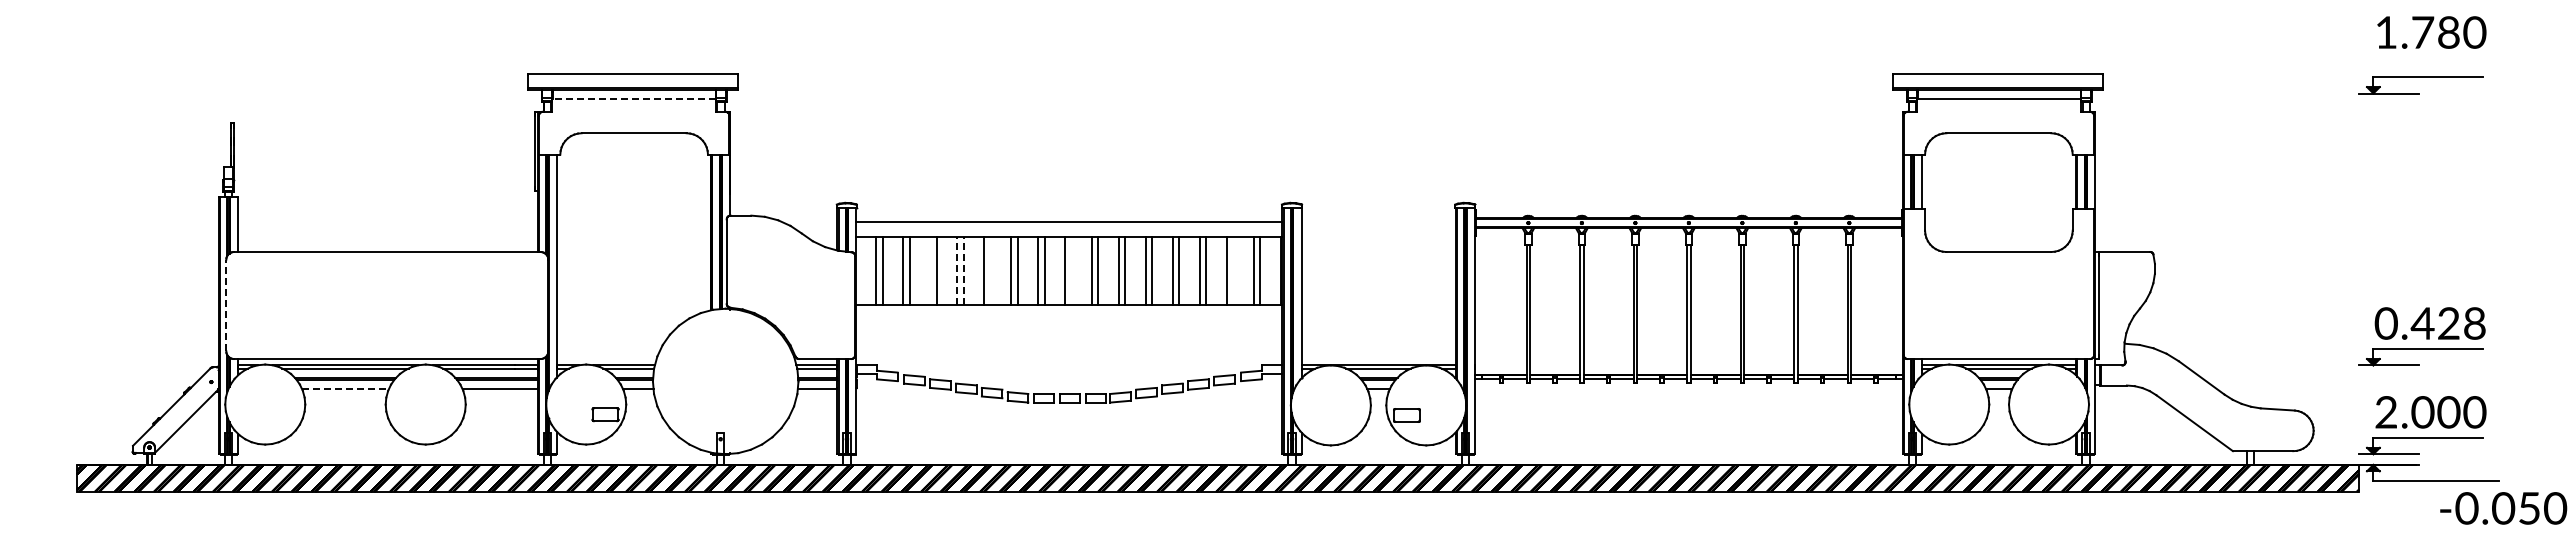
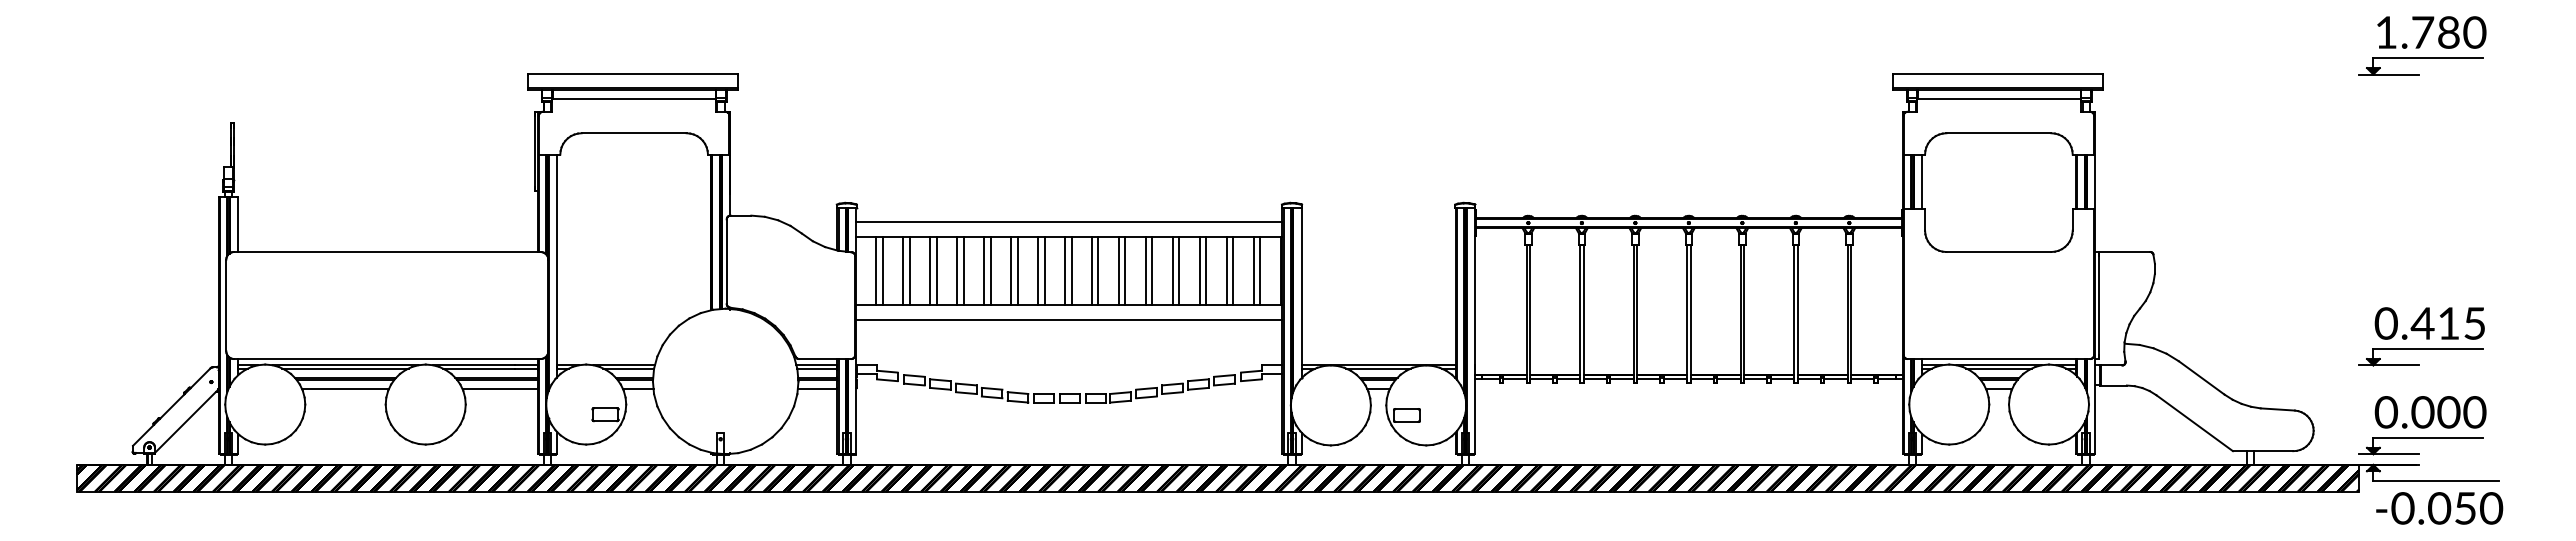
part at (2420, 77) position: (2420, 77) -> (2420, 58)
line at (634, 98): dashed -> solid
line at (930, 270): none -> present
line at (957, 270): dashed -> solid
line at (963, 270): dashed -> solid
line at (990, 270): none -> present
line at (1071, 270): none -> present
line at (1233, 270): none -> present
line at (226, 305): dashed -> solid
line at (1069, 320): none -> present
text at (2461, 323): 0.428 -> 0.415
line at (346, 389): dashed -> solid
text at (2385, 412): 2.000 -> 0.000
text at (2503, 508) position: (2503, 508) -> (2439, 508)
